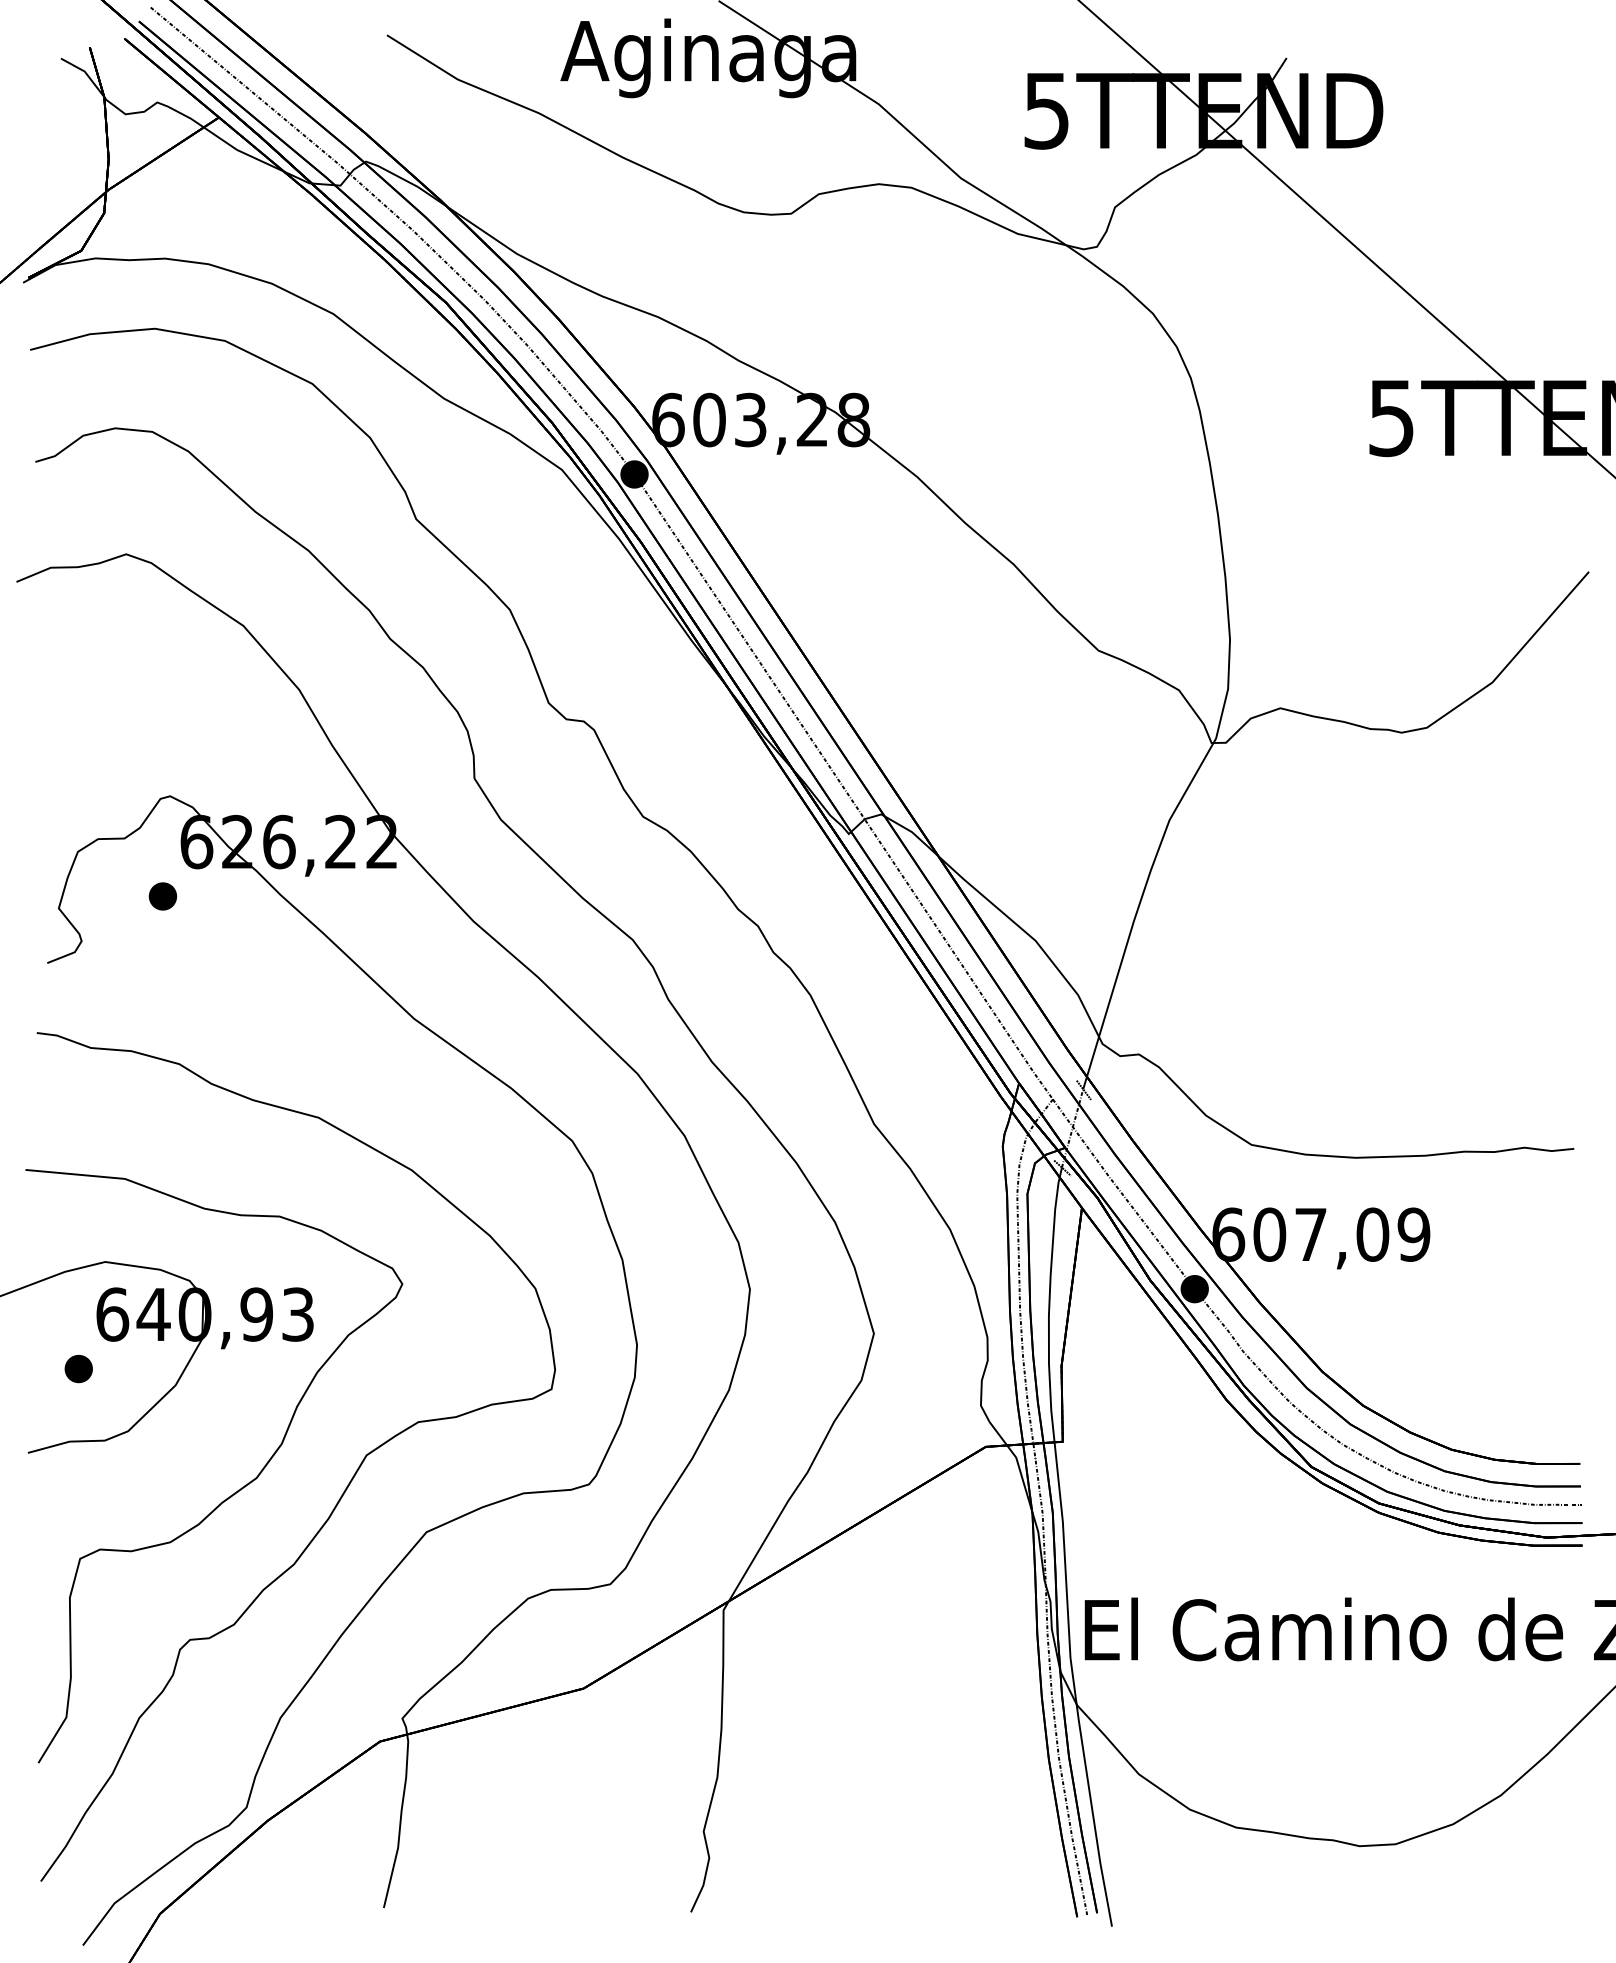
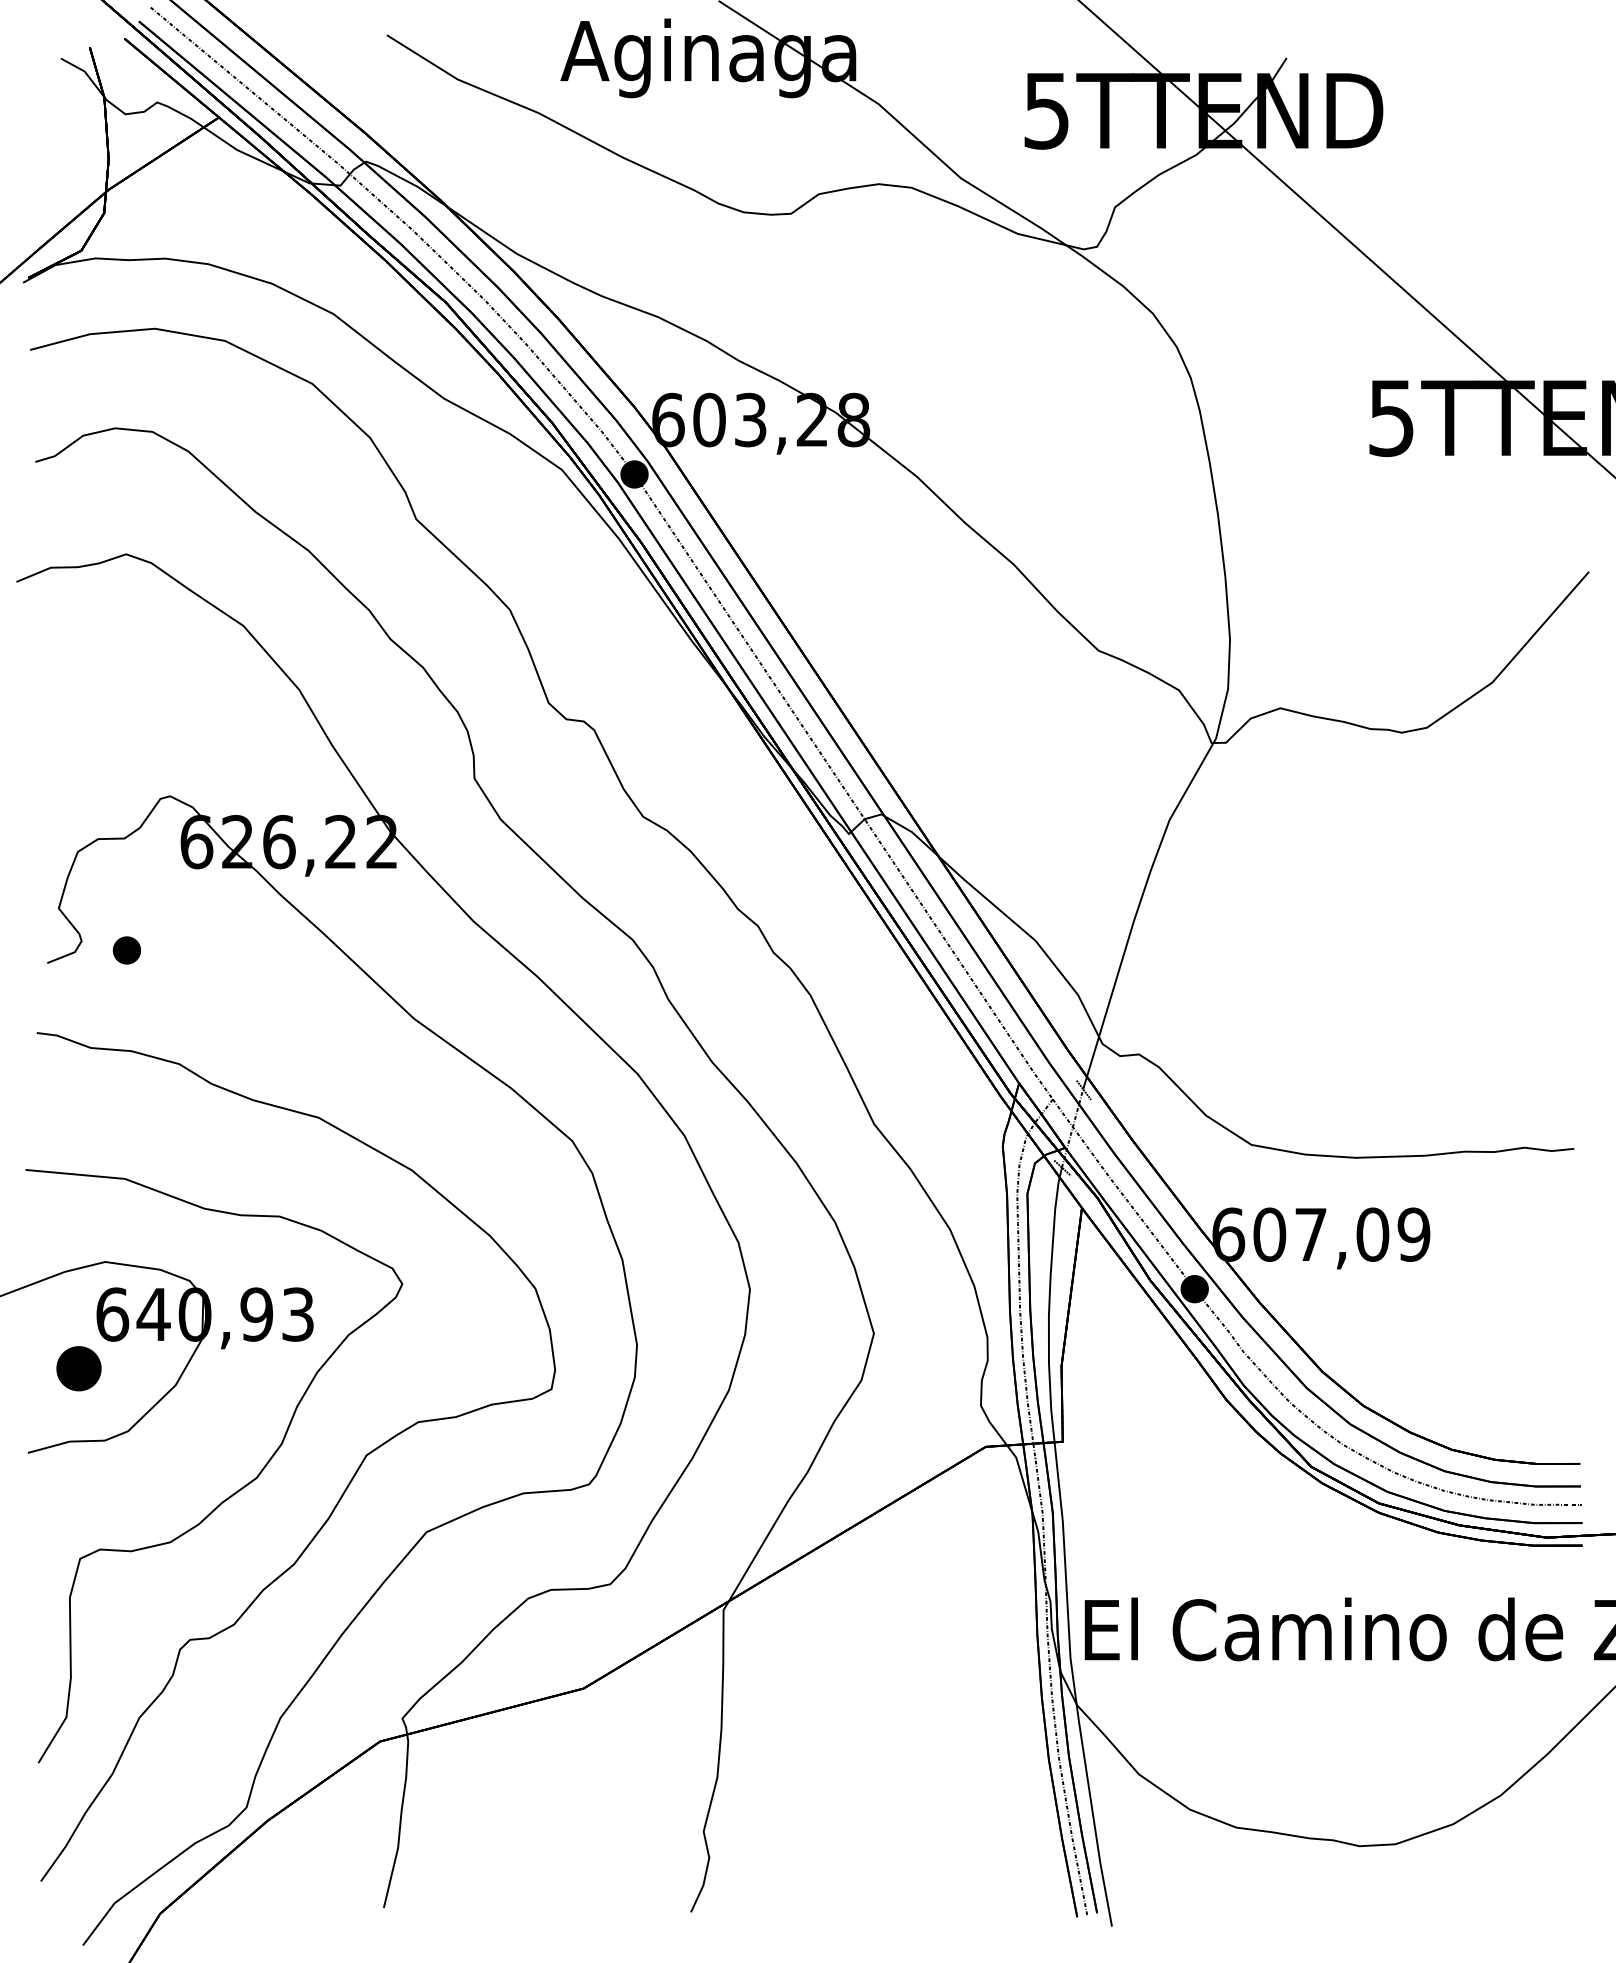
part at (162, 896) position: (162, 896) -> (126, 950)
part at (78, 1369) size: 29x29 px -> 46x46 px
